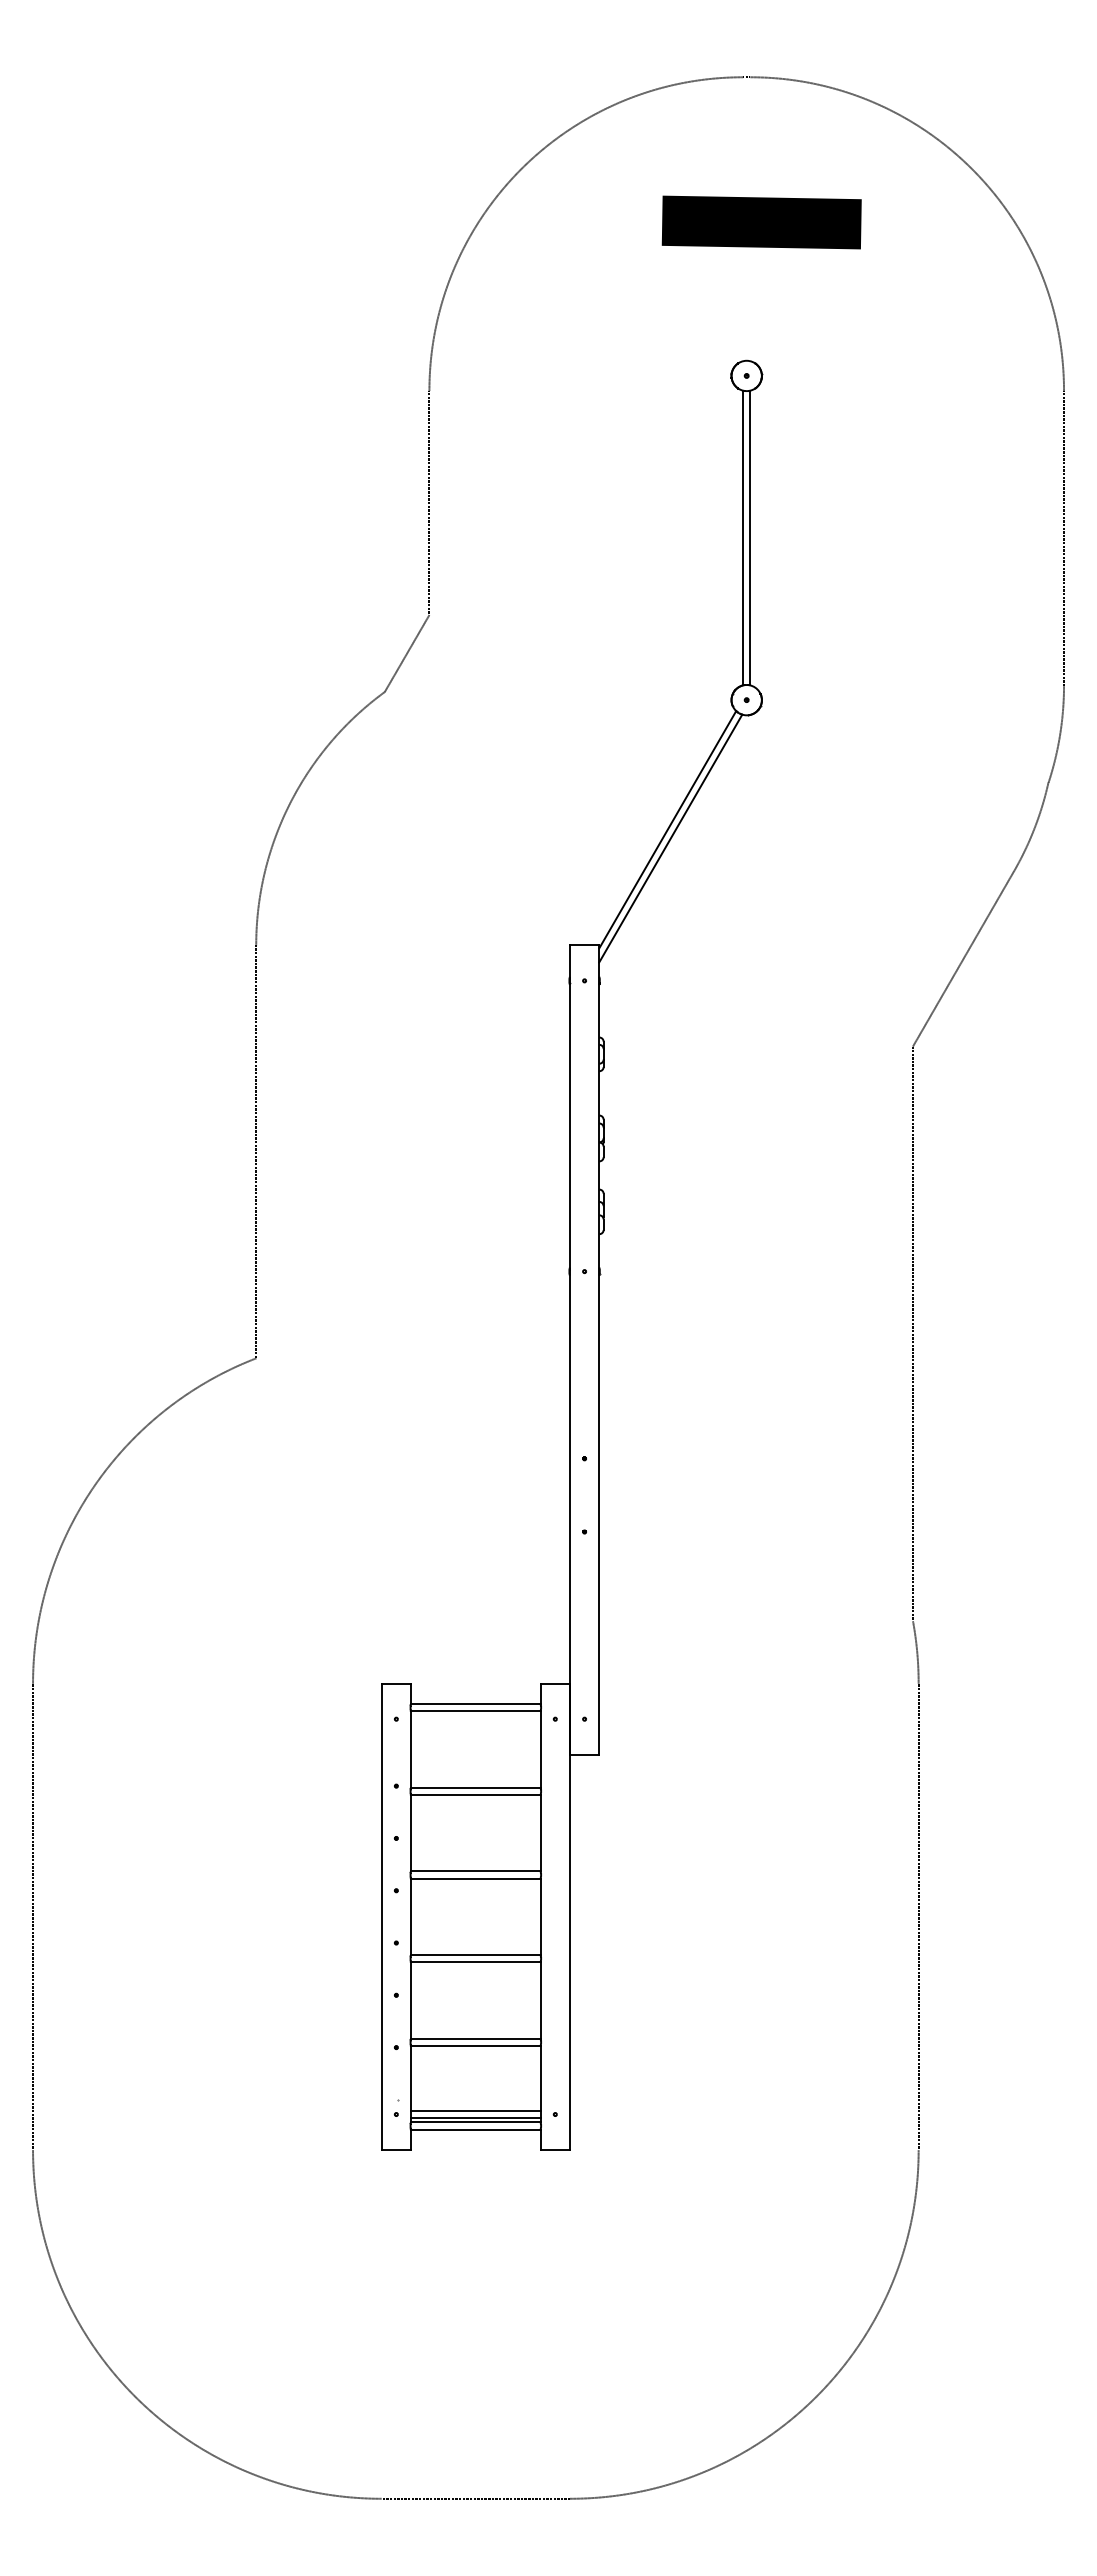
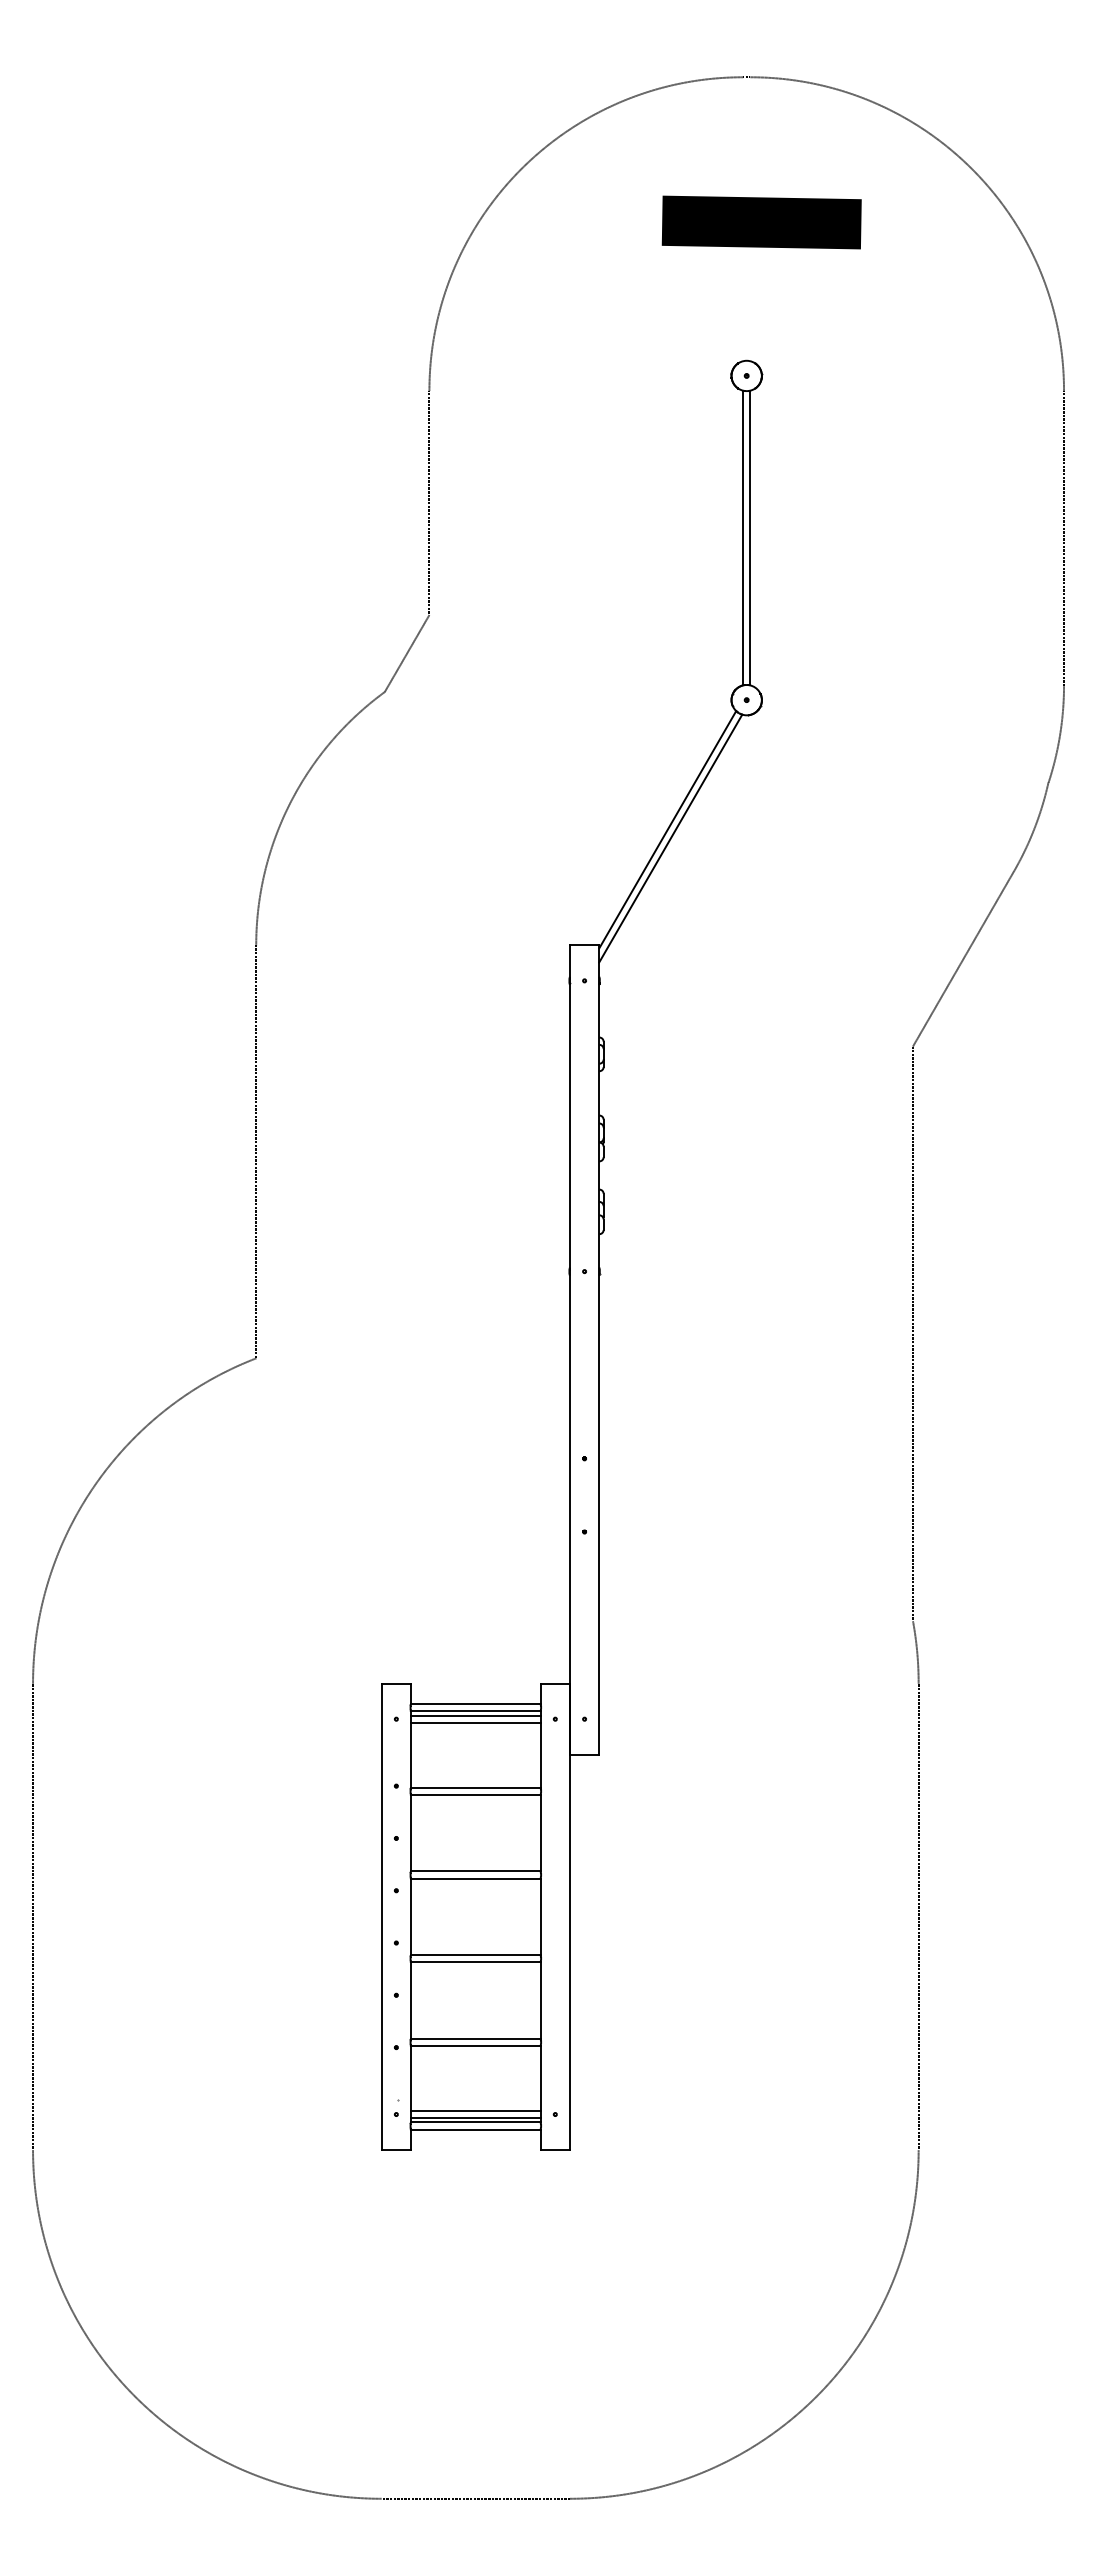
line at (475, 1715): none -> present
line at (475, 1722): none -> present
